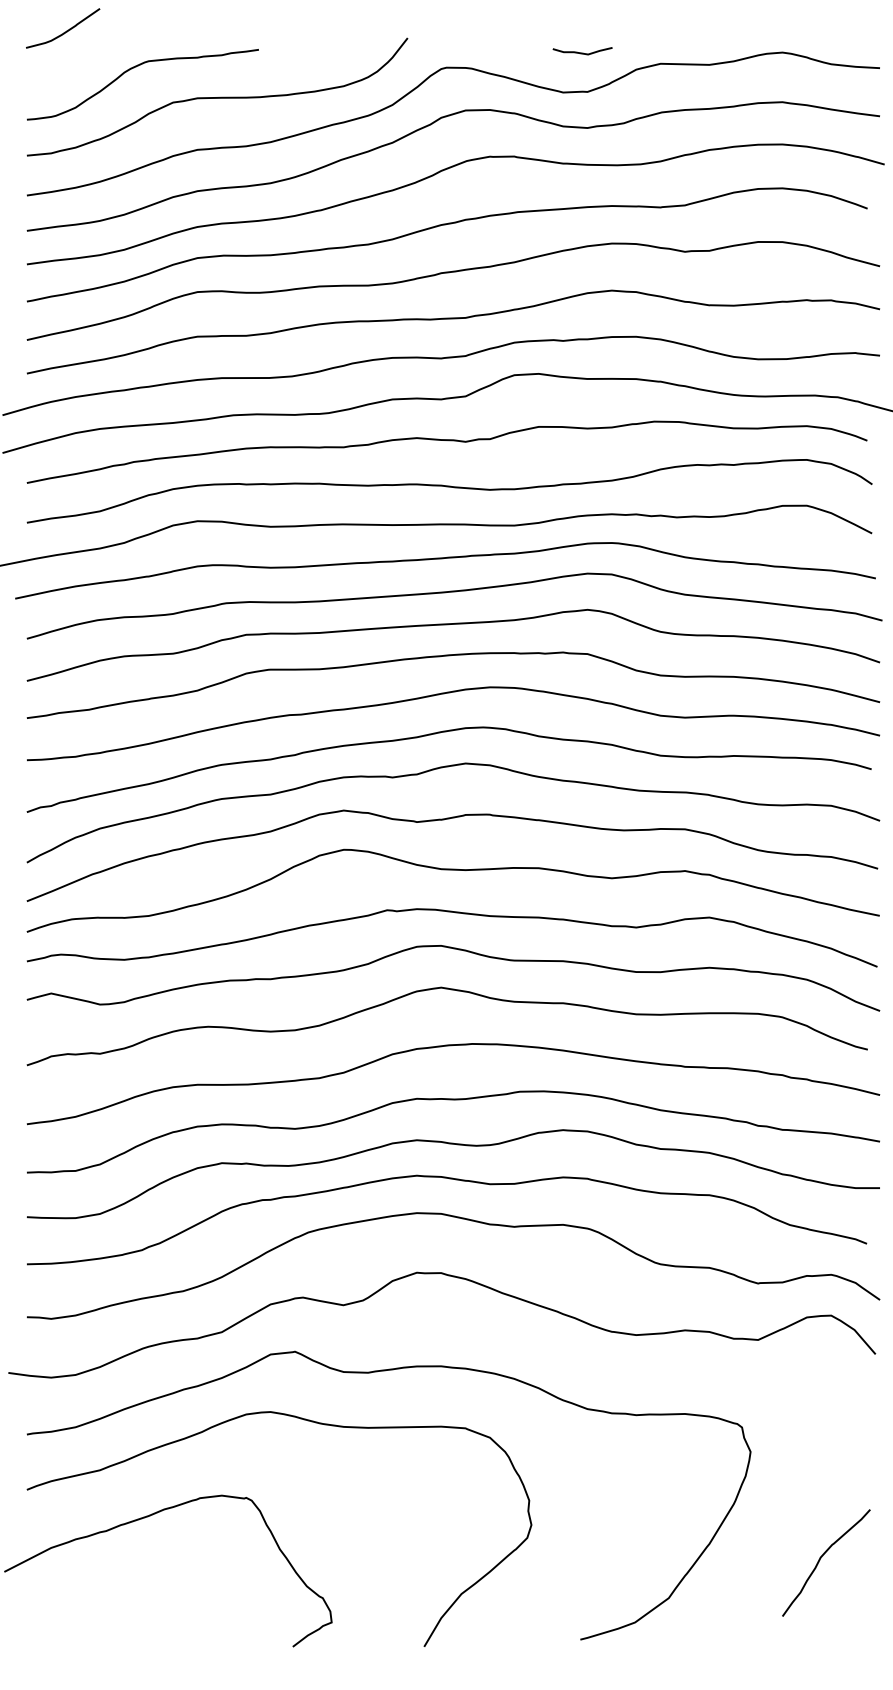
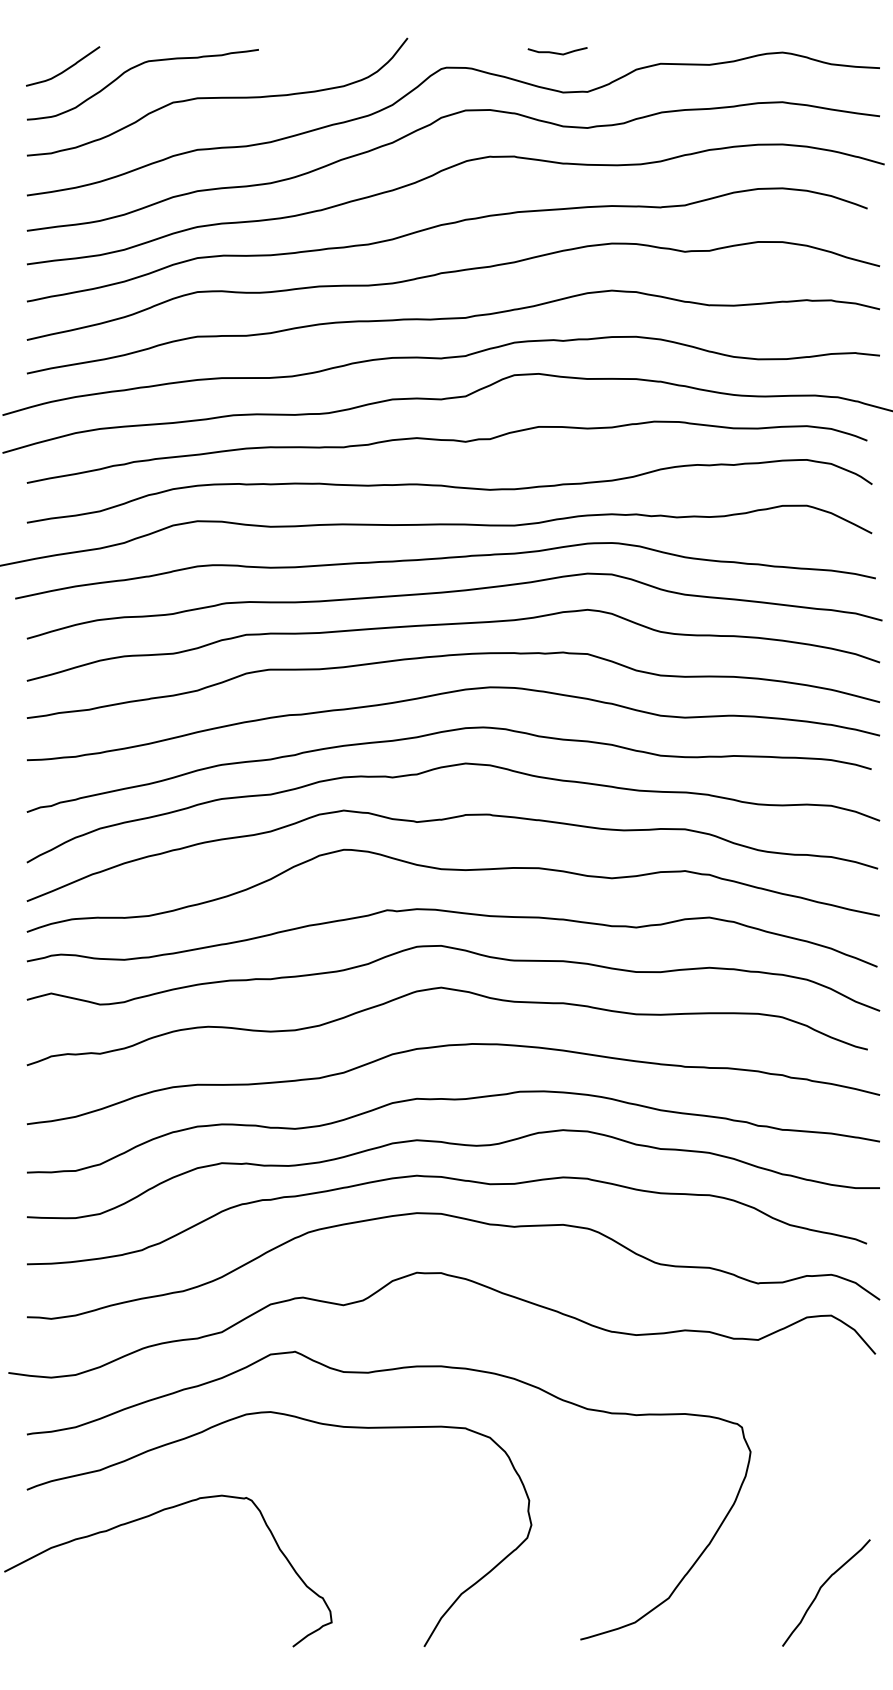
curve at (66, 30) position: (66, 30) -> (66, 68)
curve at (582, 52) position: (582, 52) -> (557, 52)
curve at (820, 1560) position: (820, 1560) -> (820, 1590)
